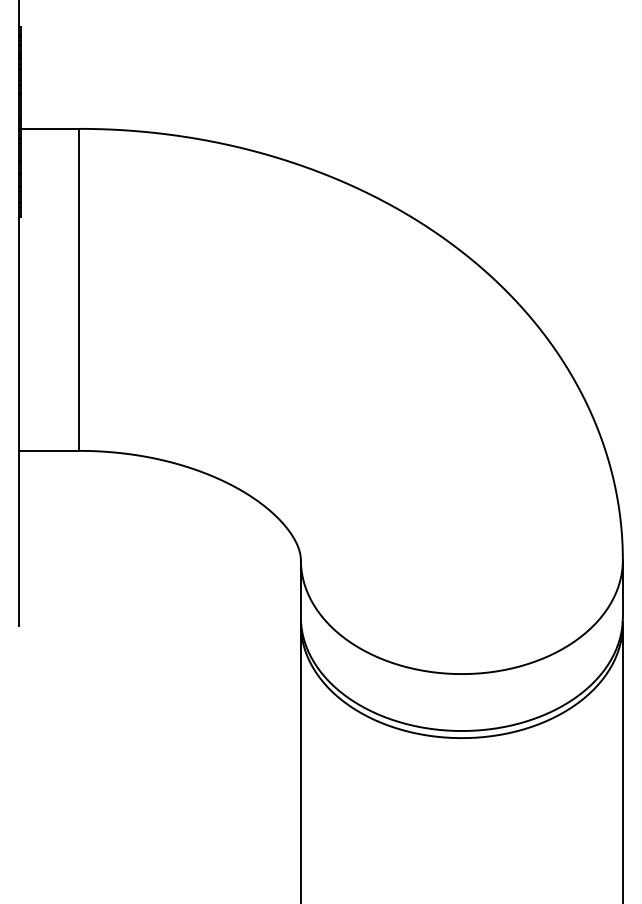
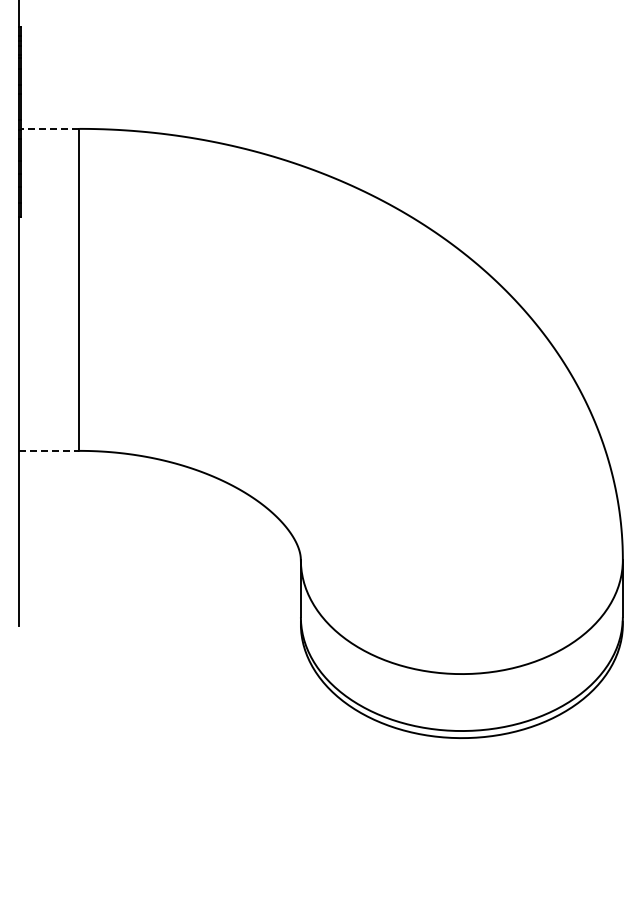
line at (49, 128): solid -> dashed
line at (49, 450): solid -> dashed
line at (300, 762): present -> none
line at (622, 762): present -> none
